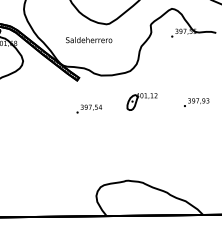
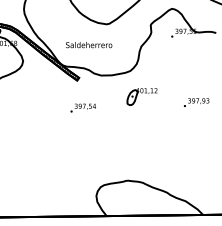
text at (89, 40) position: (89, 40) -> (89, 45)
part at (141, 101) position: (141, 101) -> (141, 96)
text at (88, 108) position: (88, 108) -> (82, 107)
